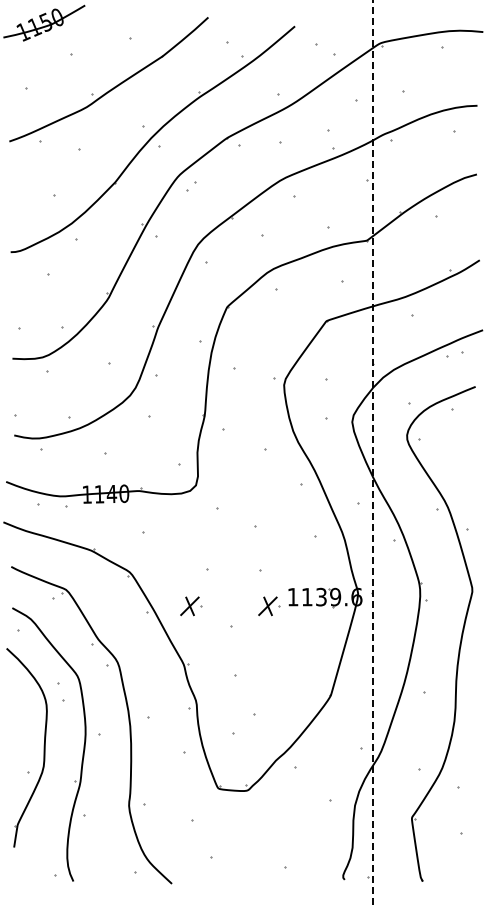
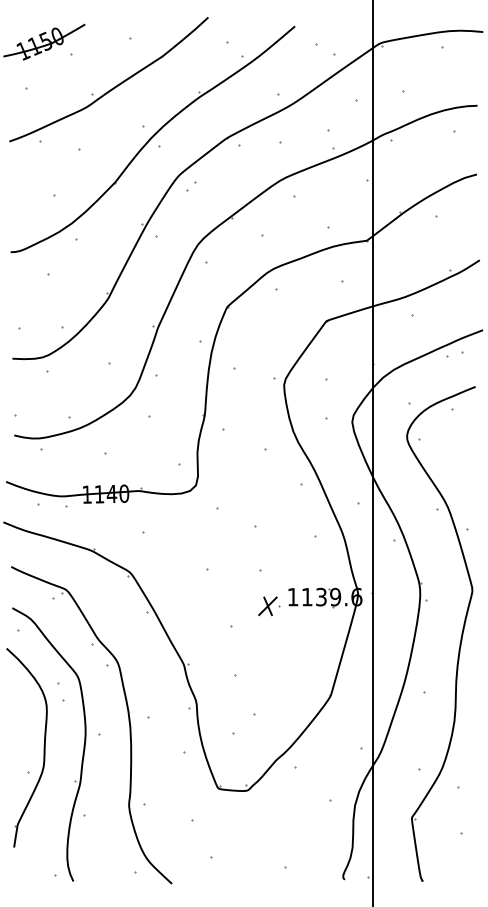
part at (44, 22) position: (44, 22) -> (44, 41)
line at (373, 453): dashed -> solid
part at (191, 606): present -> none
